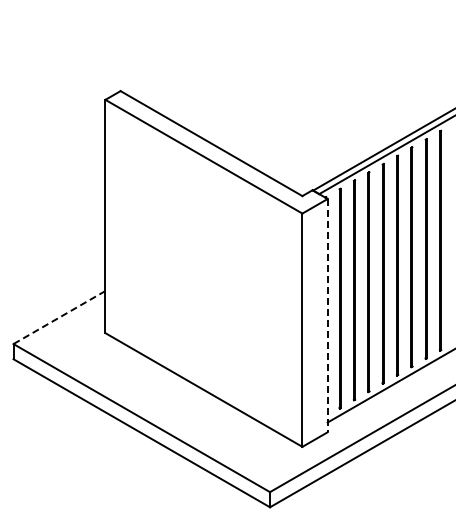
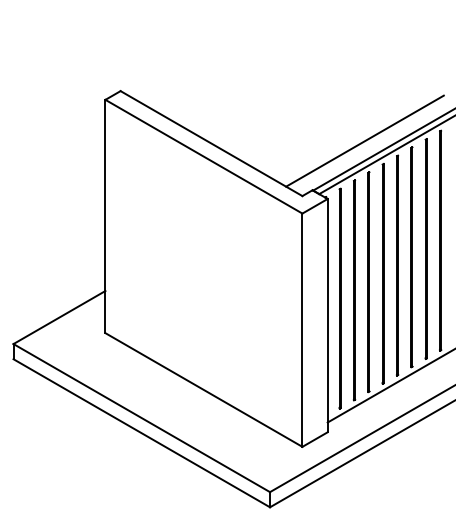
line at (364, 140): none -> present
line at (327, 315): dashed -> solid
line at (59, 317): dashed -> solid
